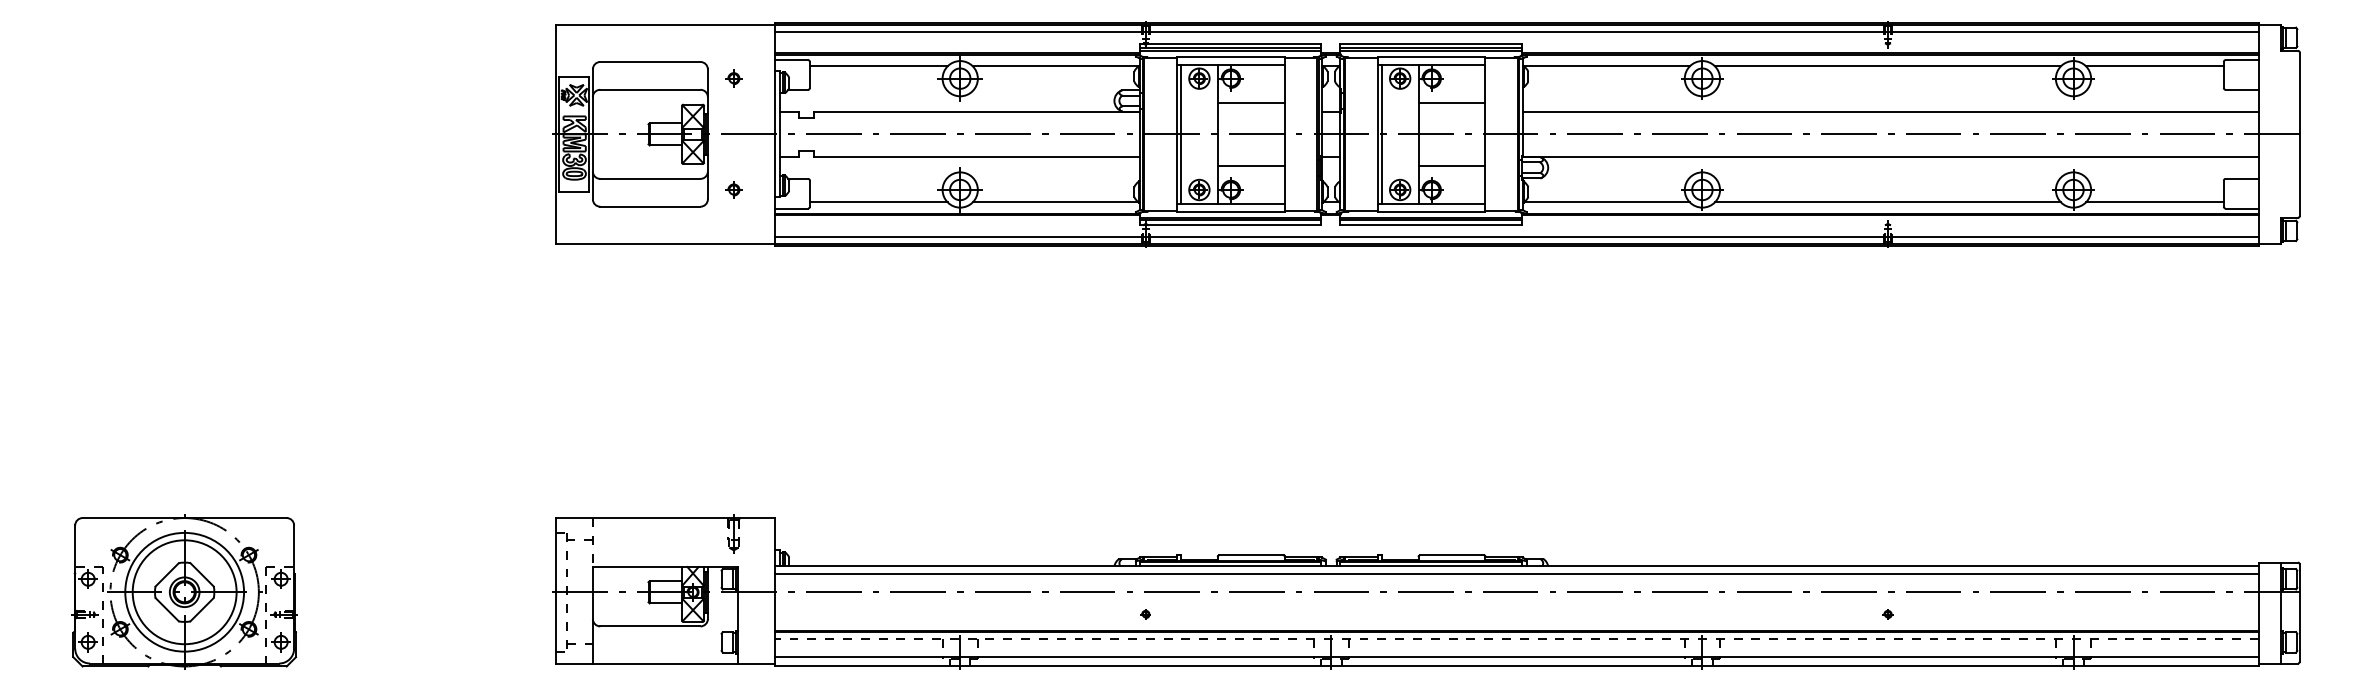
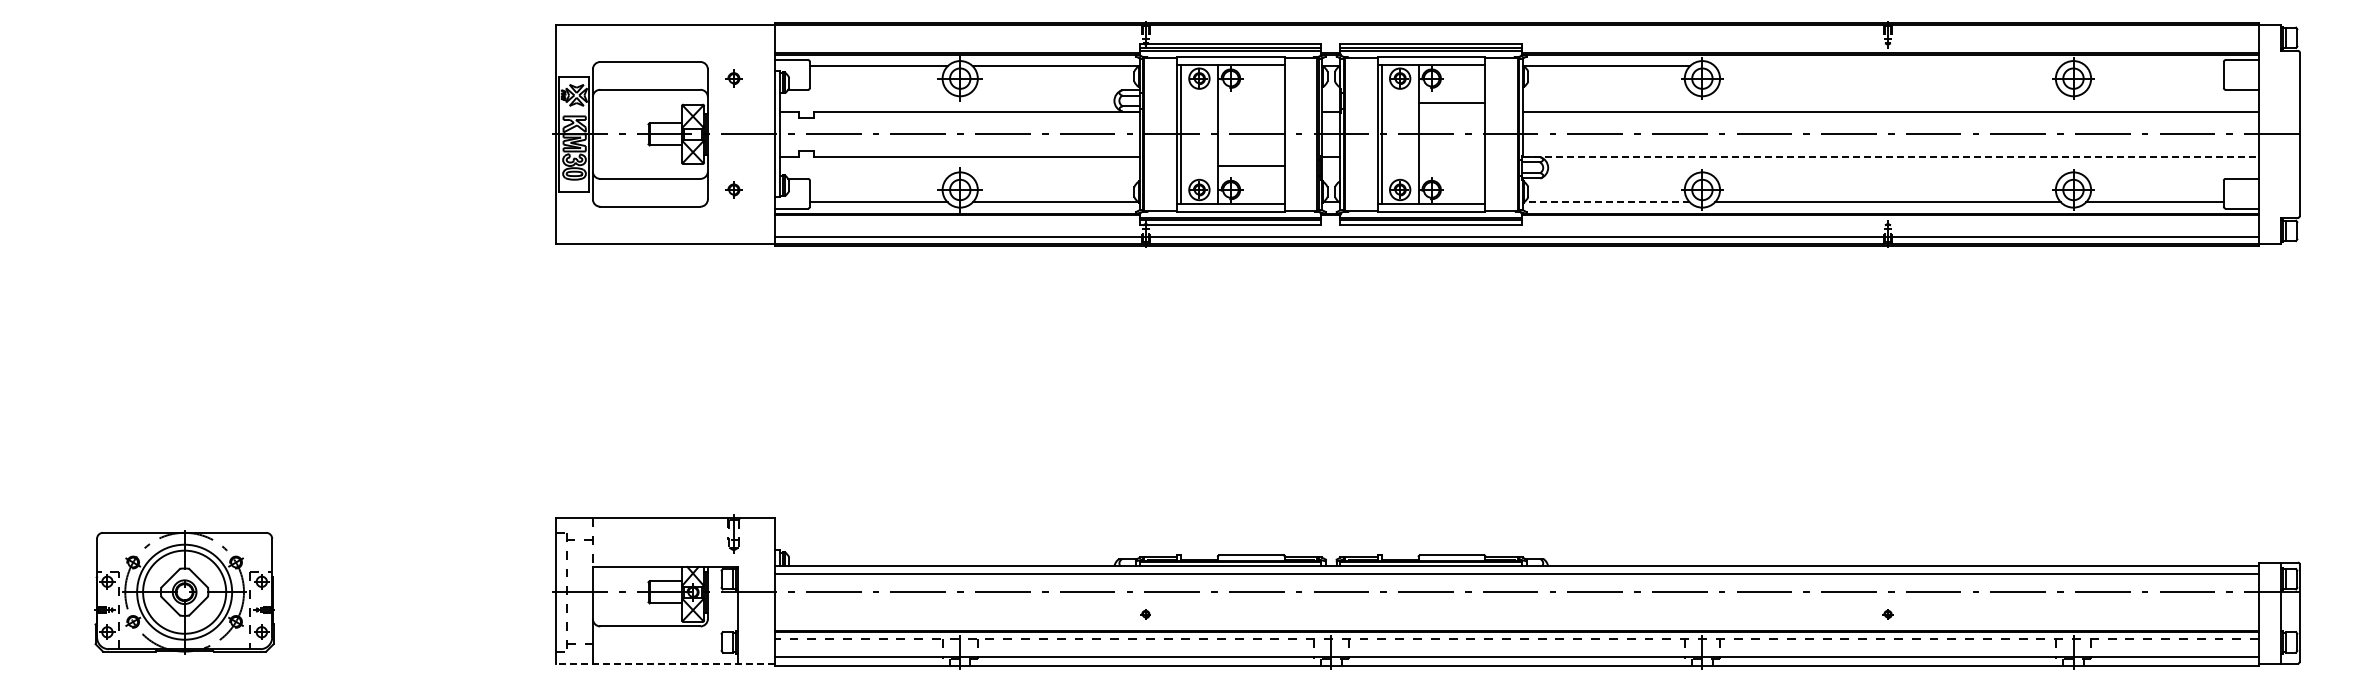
line at (1516, 31): present -> none
line at (1887, 66): present -> none
line at (2154, 66): present -> none
line at (1250, 103): present -> none
line at (1891, 156): solid -> dashed
line at (1451, 165): present -> none
line at (1606, 202): solid -> dashed
part at (184, 591) size: 227x156 px -> 181x125 px
line at (664, 663): solid -> dashed
